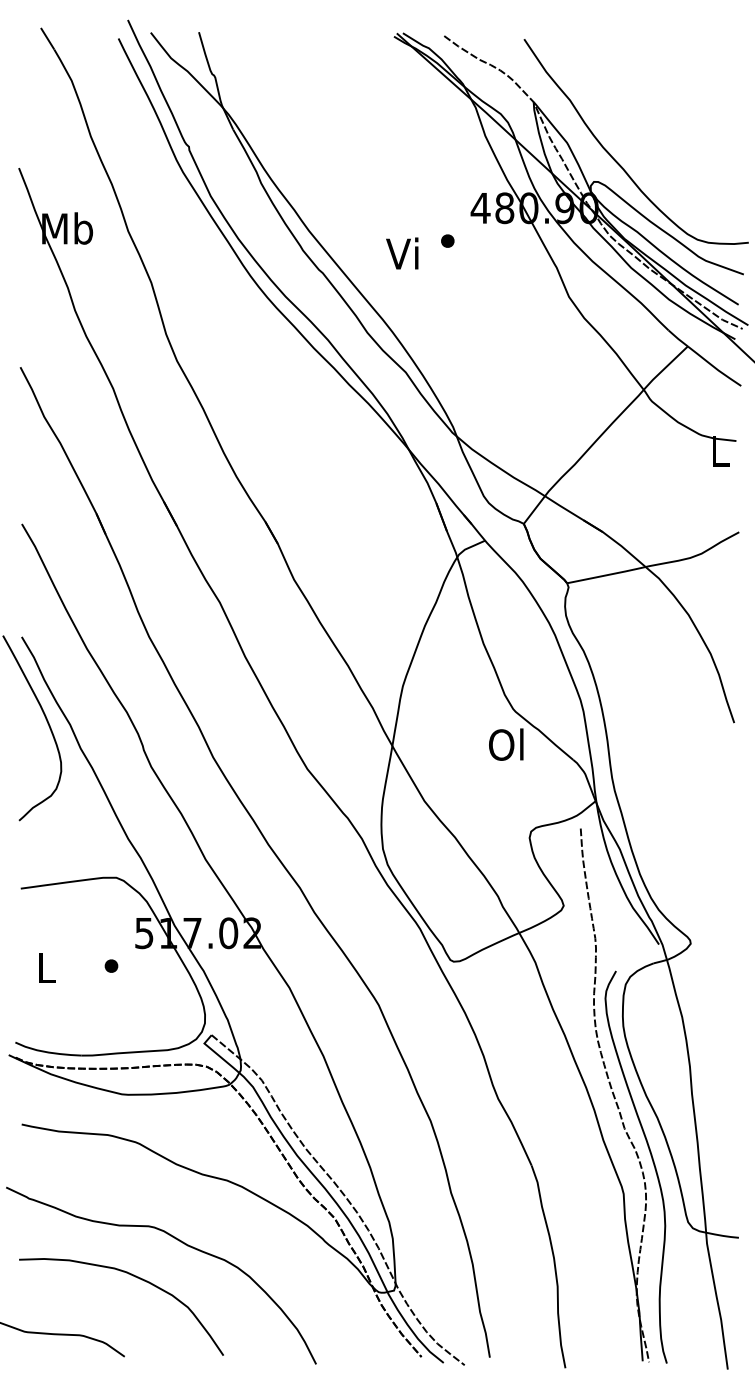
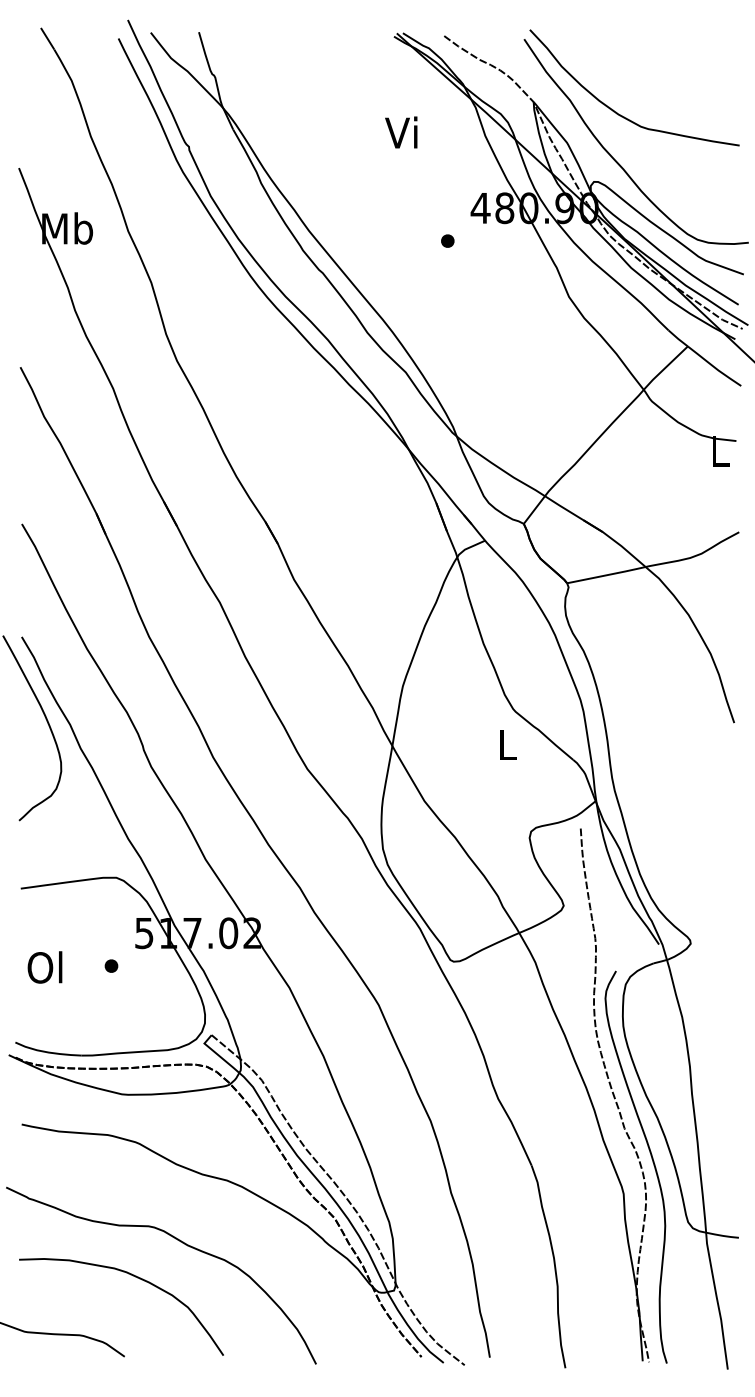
curve at (616, 111): none -> present
text at (402, 253) position: (402, 253) -> (401, 132)
text at (506, 744): Ol -> L
text at (44, 967): L -> Ol
